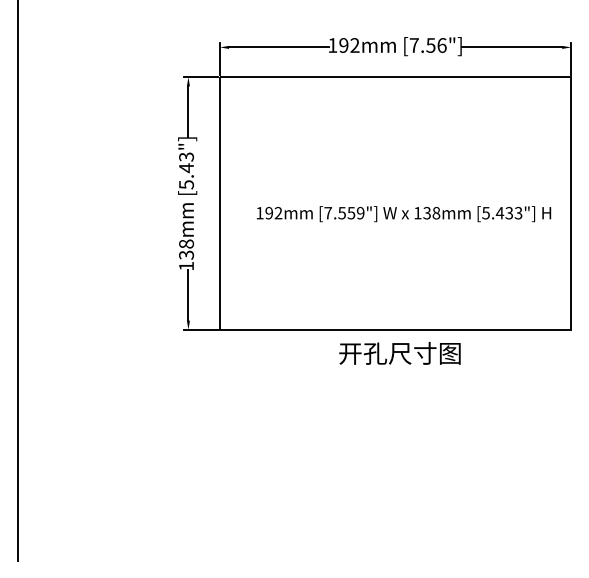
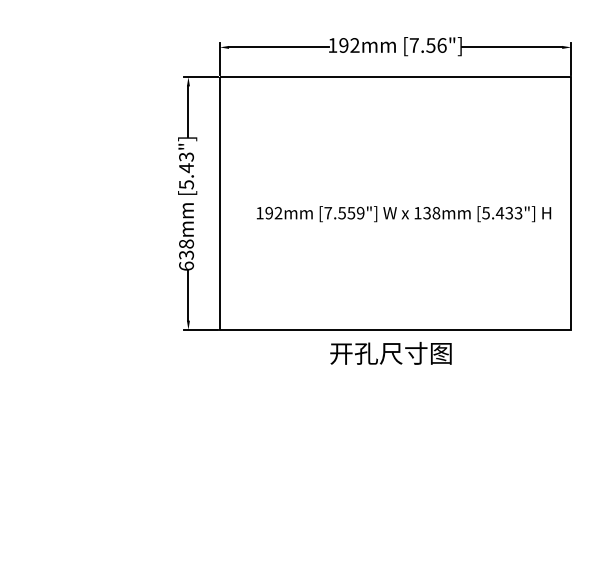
text at (186, 265): 138mm -> 638mm
line at (17, 281): present -> none
text at (399, 353) position: (399, 353) -> (390, 353)
